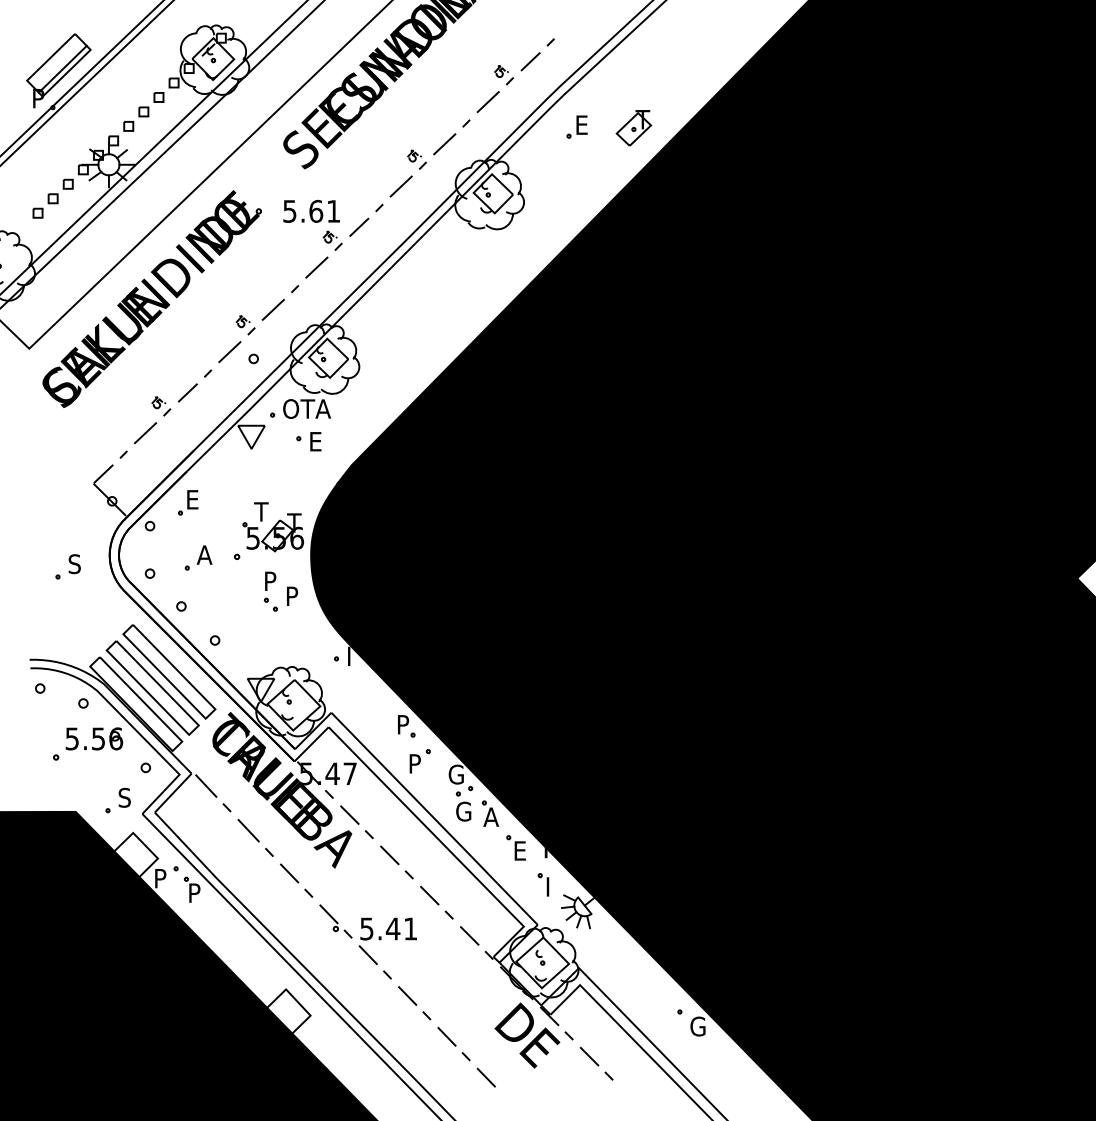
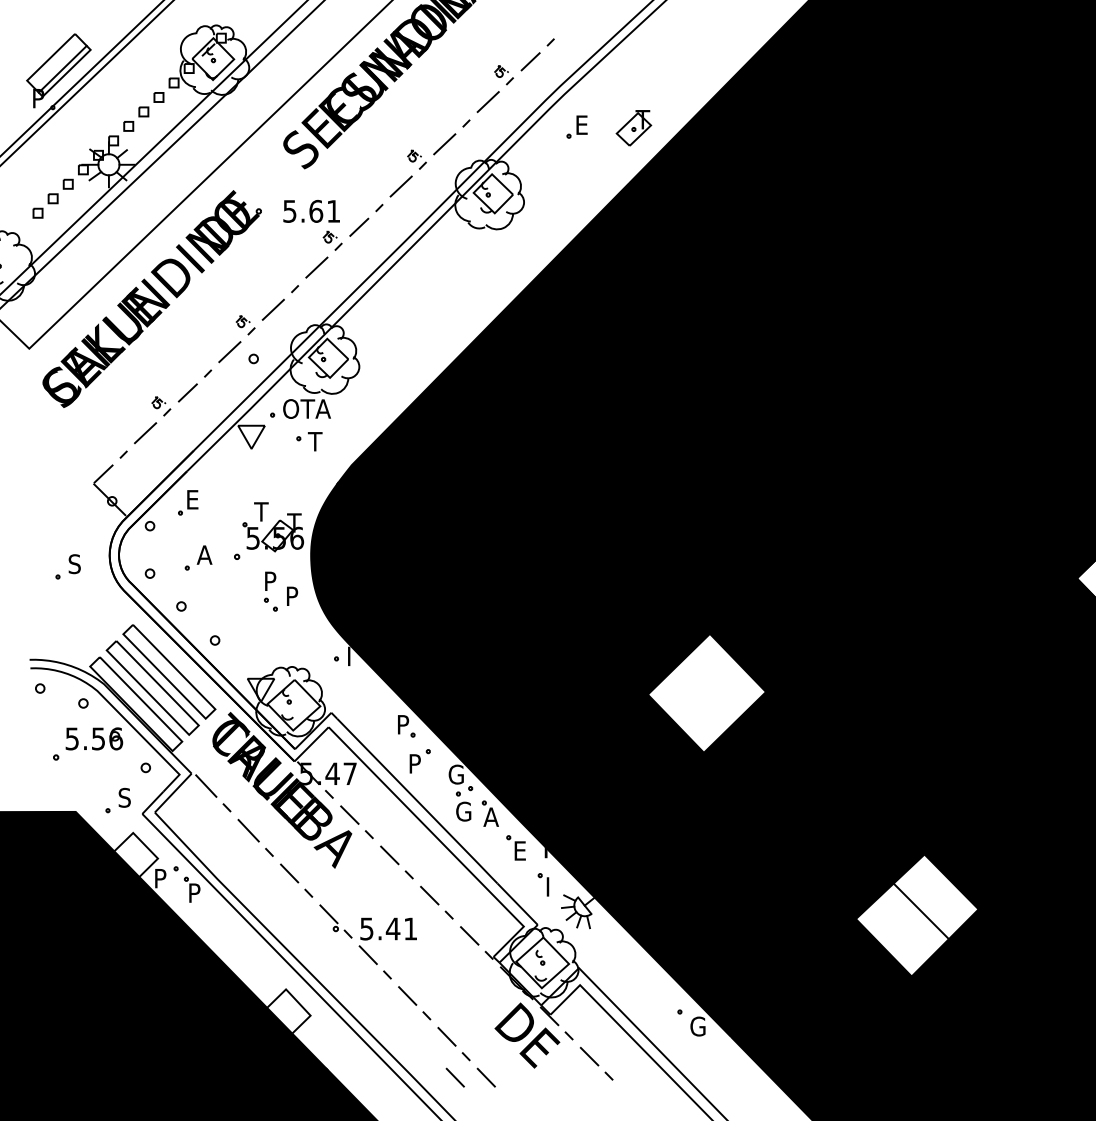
text at (314, 441): E -> T
fill at (706, 692): present -> none
fill at (916, 915): present -> none
line at (454, 1077): none -> present
